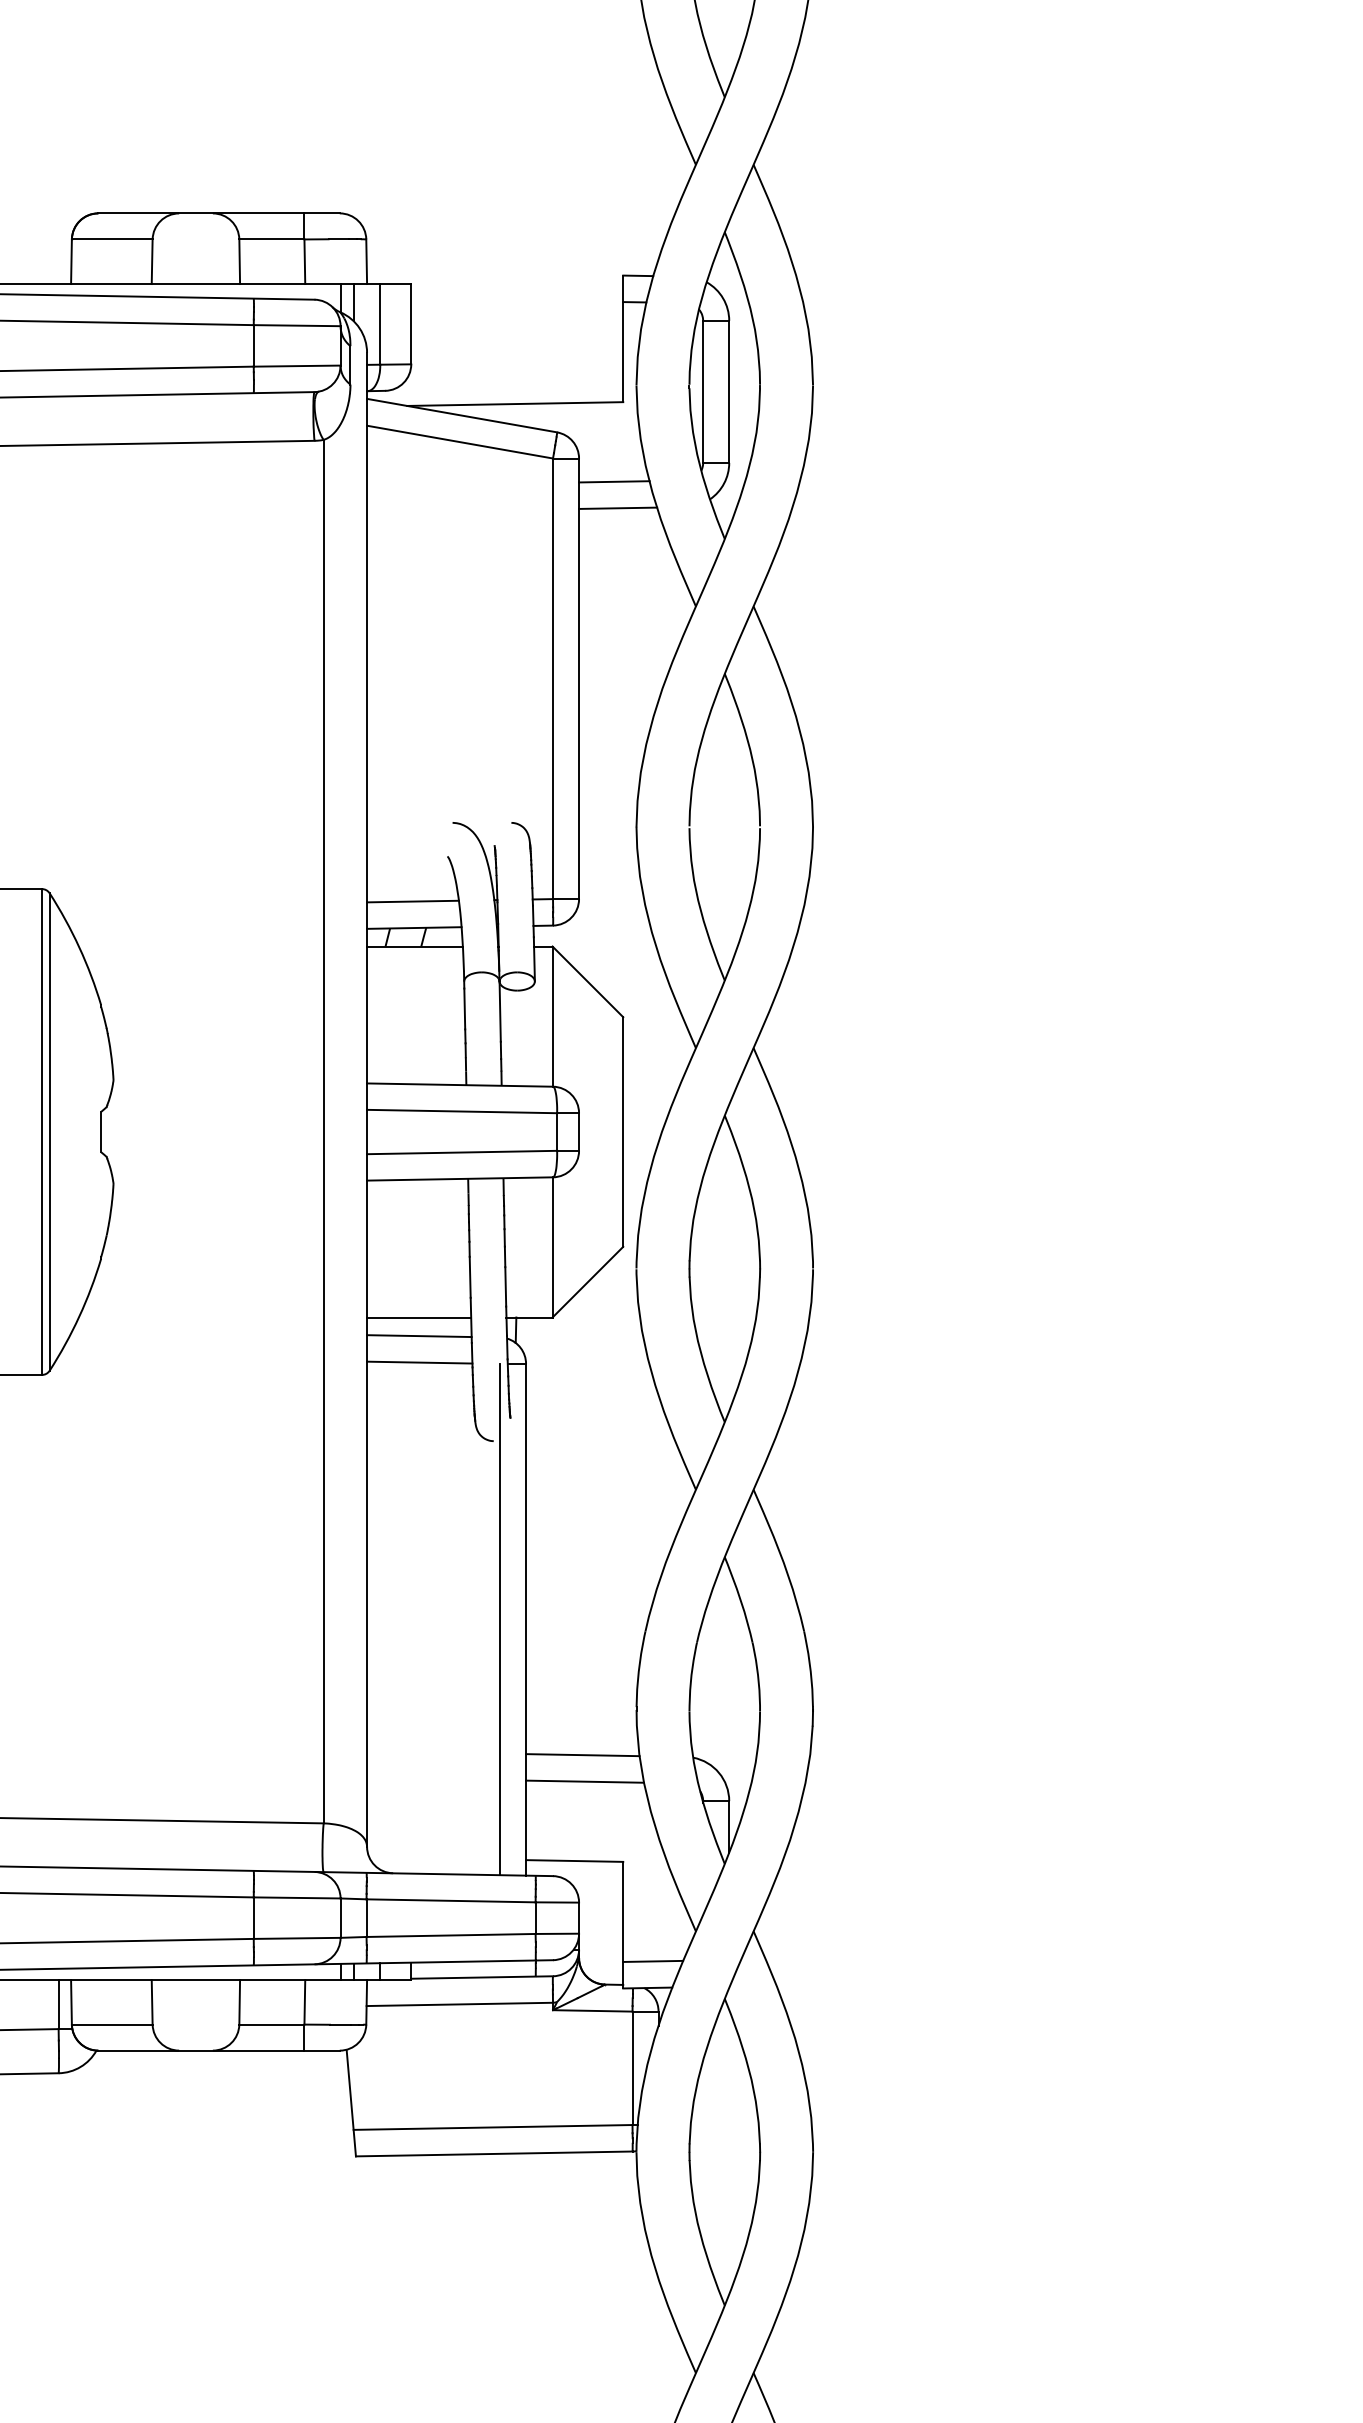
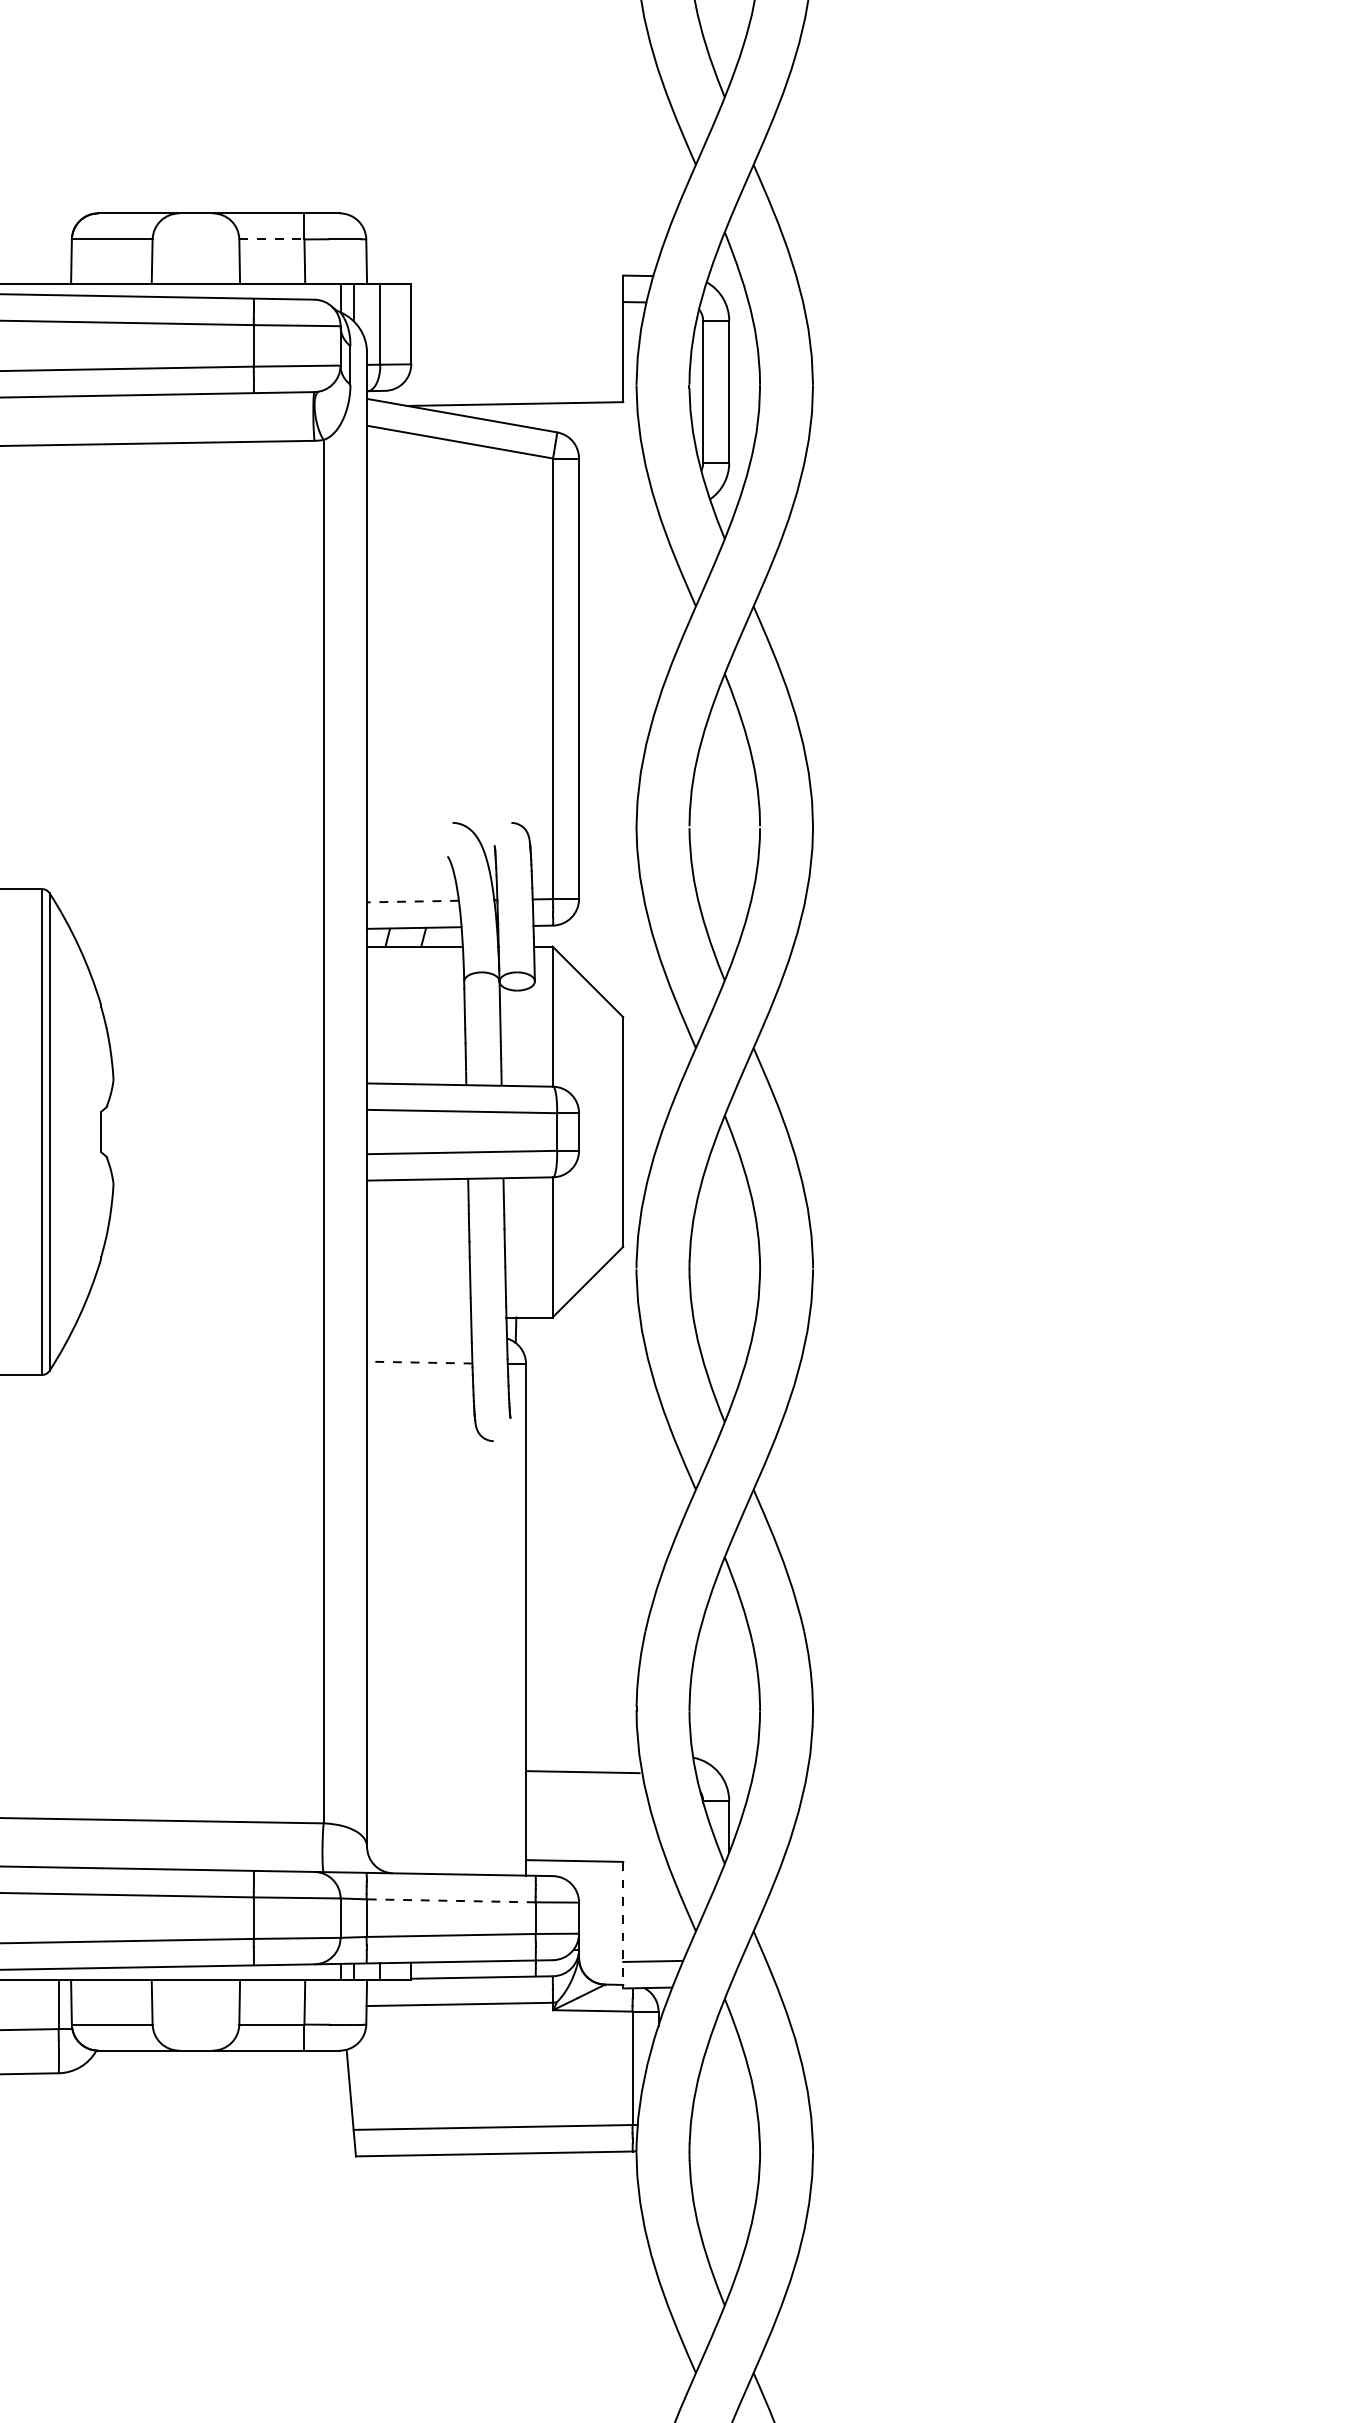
line at (271, 239): solid -> dashed
line at (614, 481): present -> none
line at (618, 507): present -> none
line at (413, 901): solid -> dashed
line at (419, 1317): present -> none
line at (419, 1336): present -> none
line at (419, 1362): solid -> dashed
line at (500, 1619): present -> none
line at (582, 1755) position: (582, 1755) -> (582, 1772)
line at (584, 1781): present -> none
line at (451, 1900): solid -> dashed
line at (623, 1925): solid -> dashed
